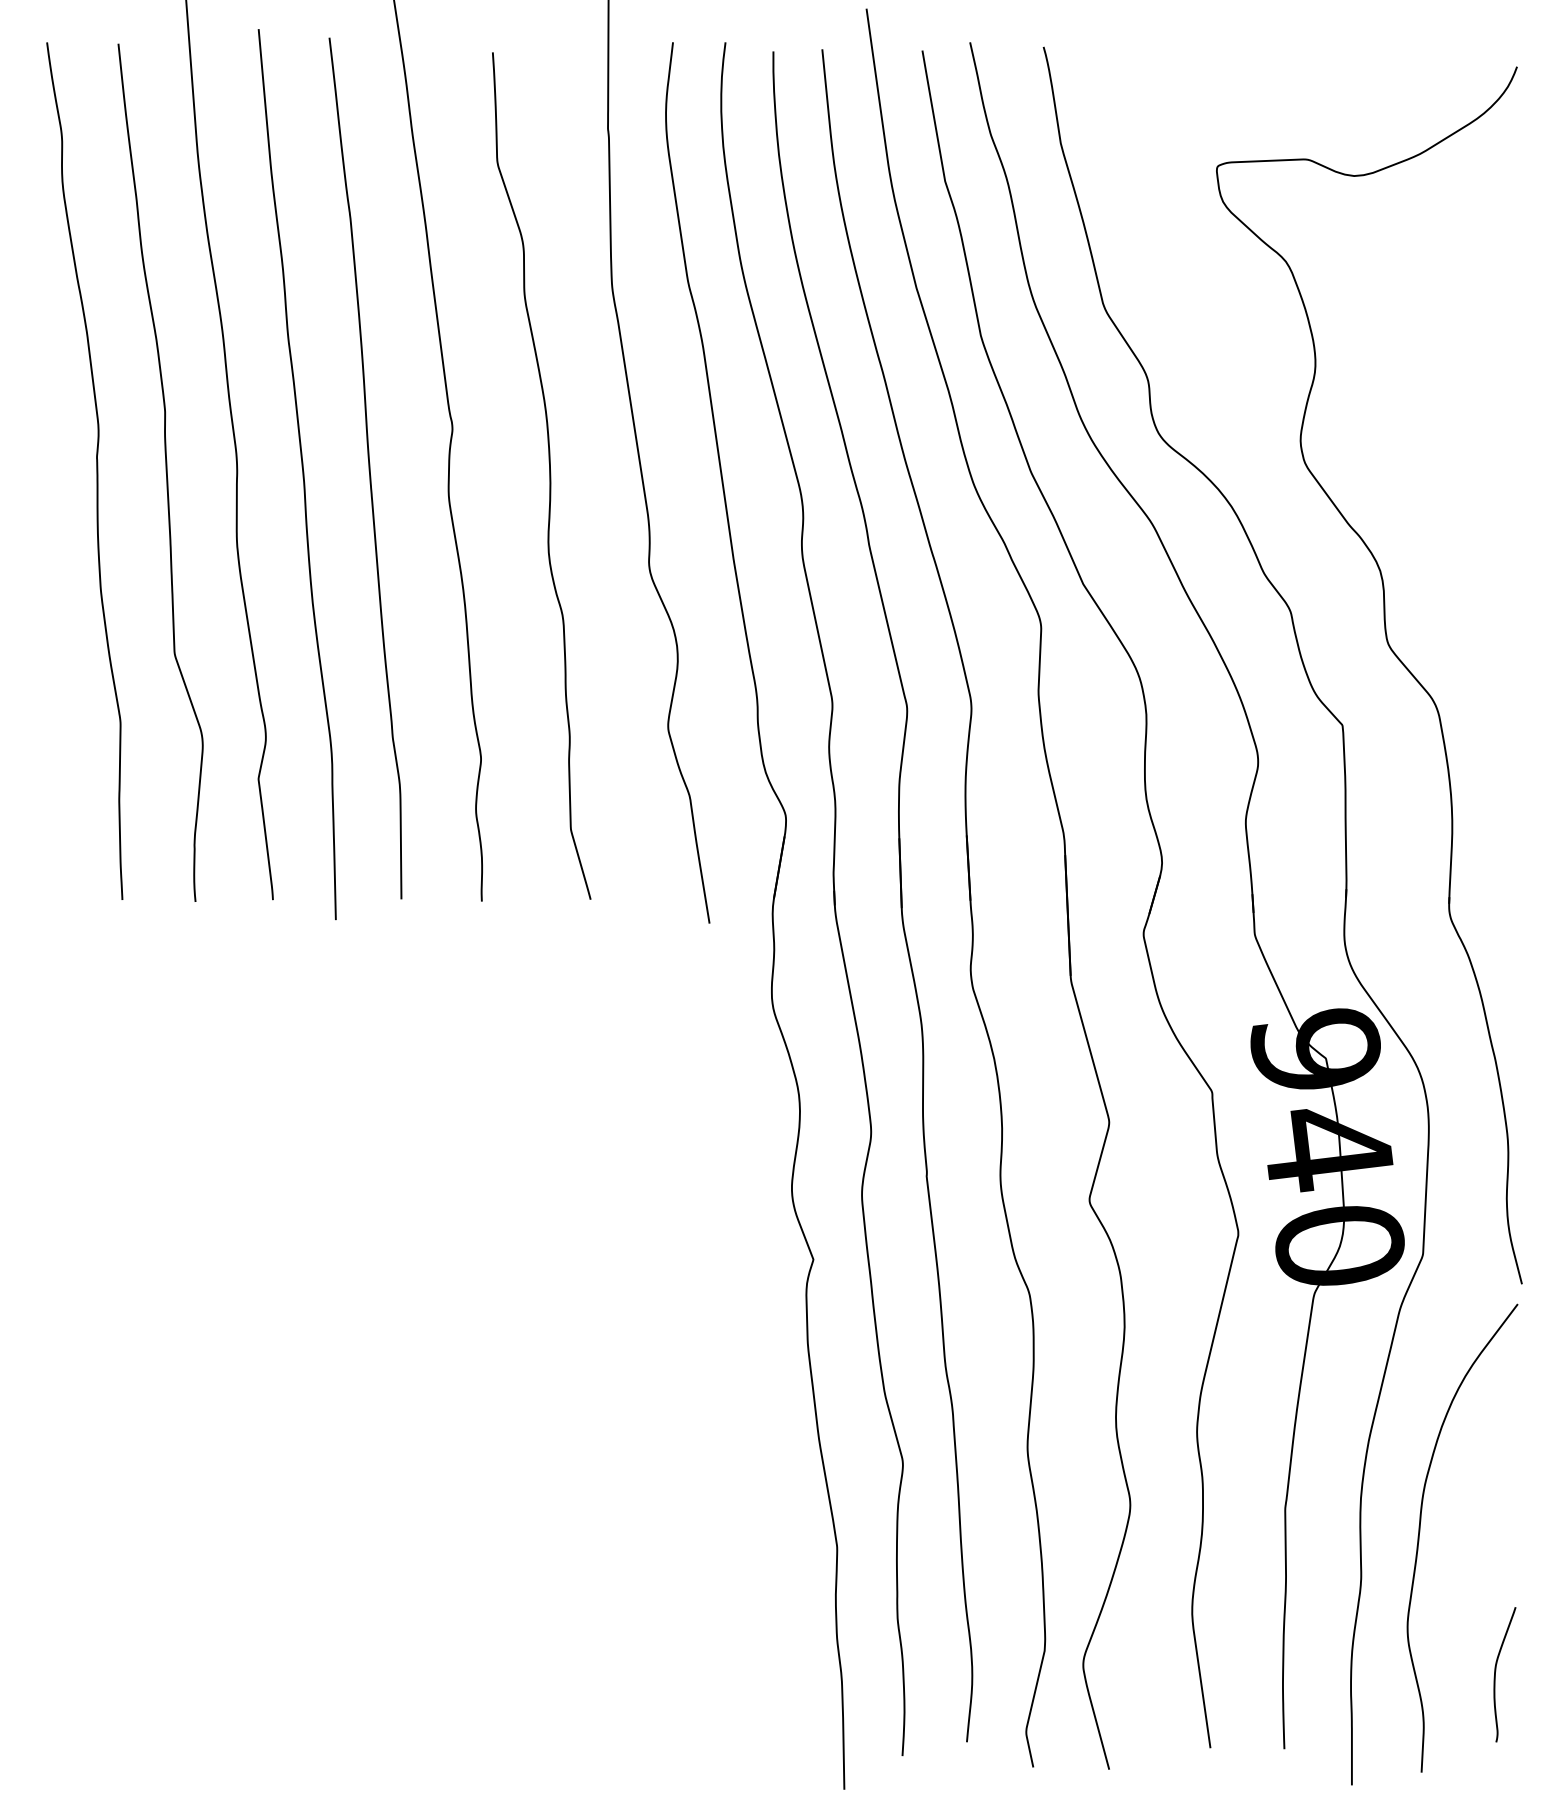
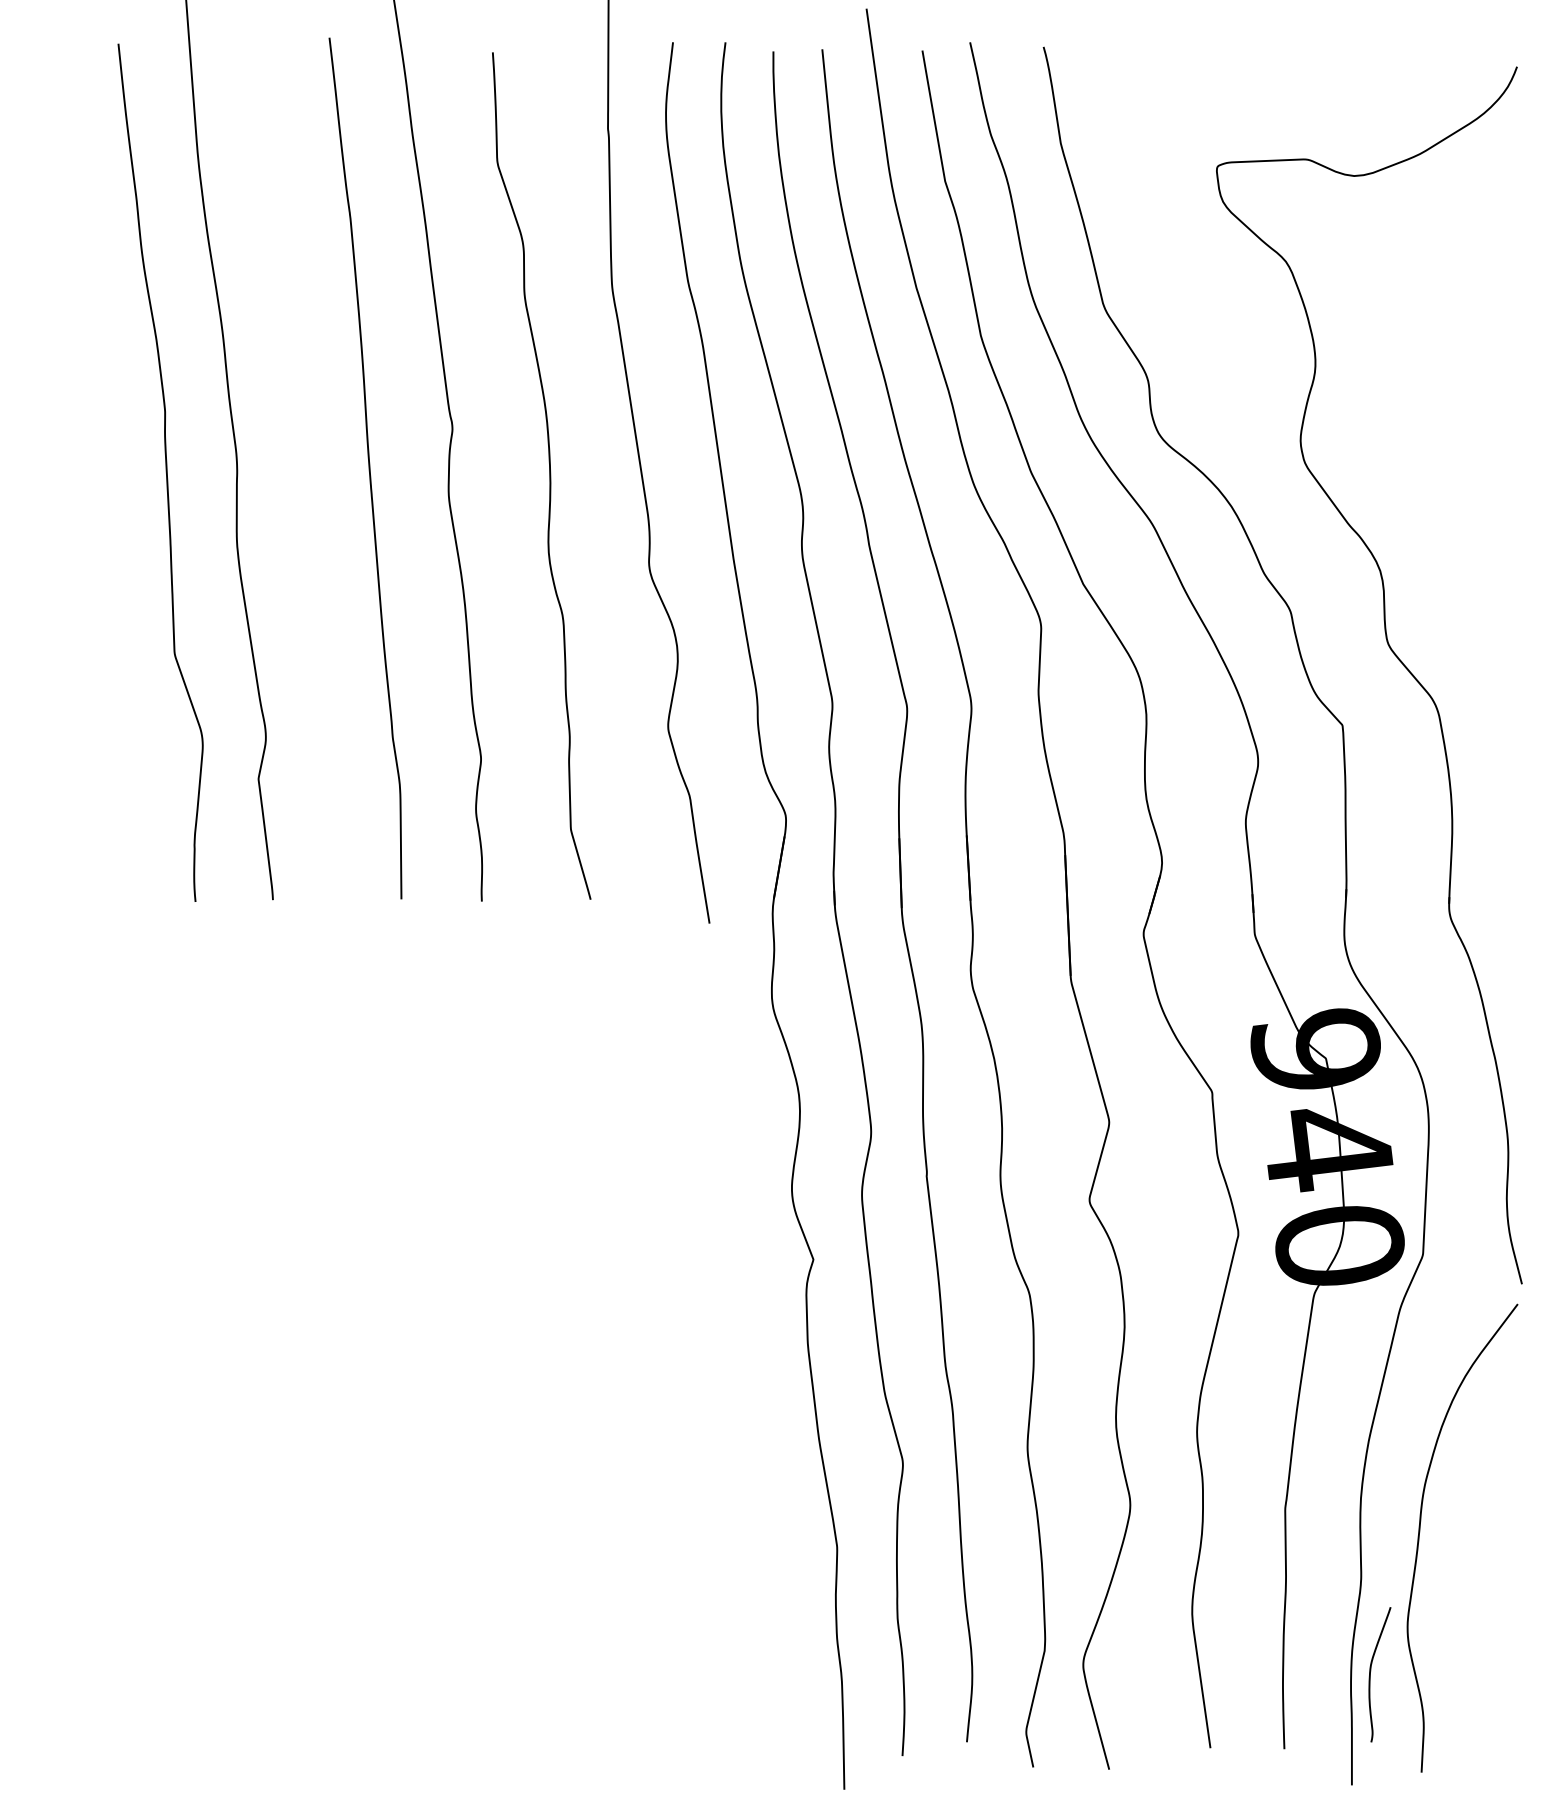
curve at (96, 470): present -> none
curve at (302, 474): present -> none
curve at (1496, 1671) position: (1496, 1671) -> (1371, 1671)
